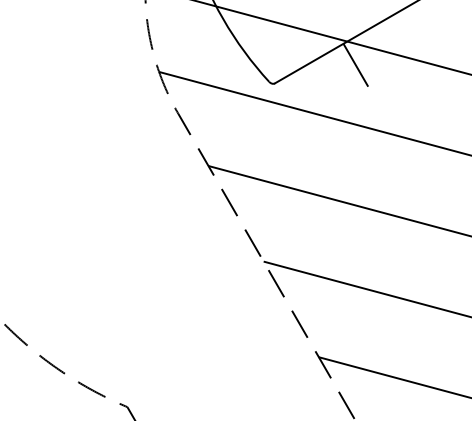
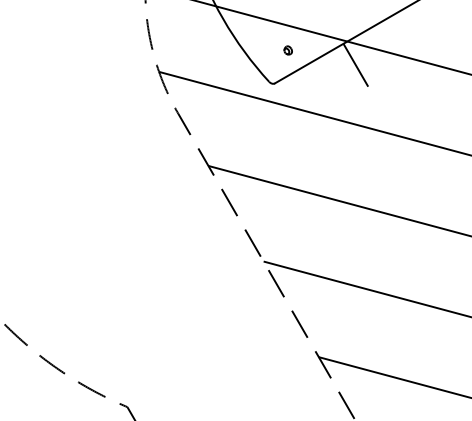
part at (287, 50): none -> present
